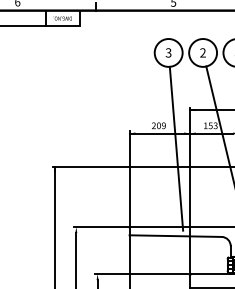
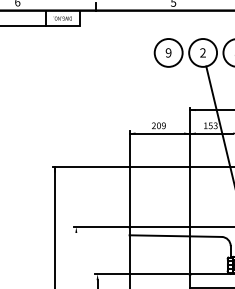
text at (168, 52): 3 -> 9
line at (176, 148): present -> none
line at (76, 259): present -> none
